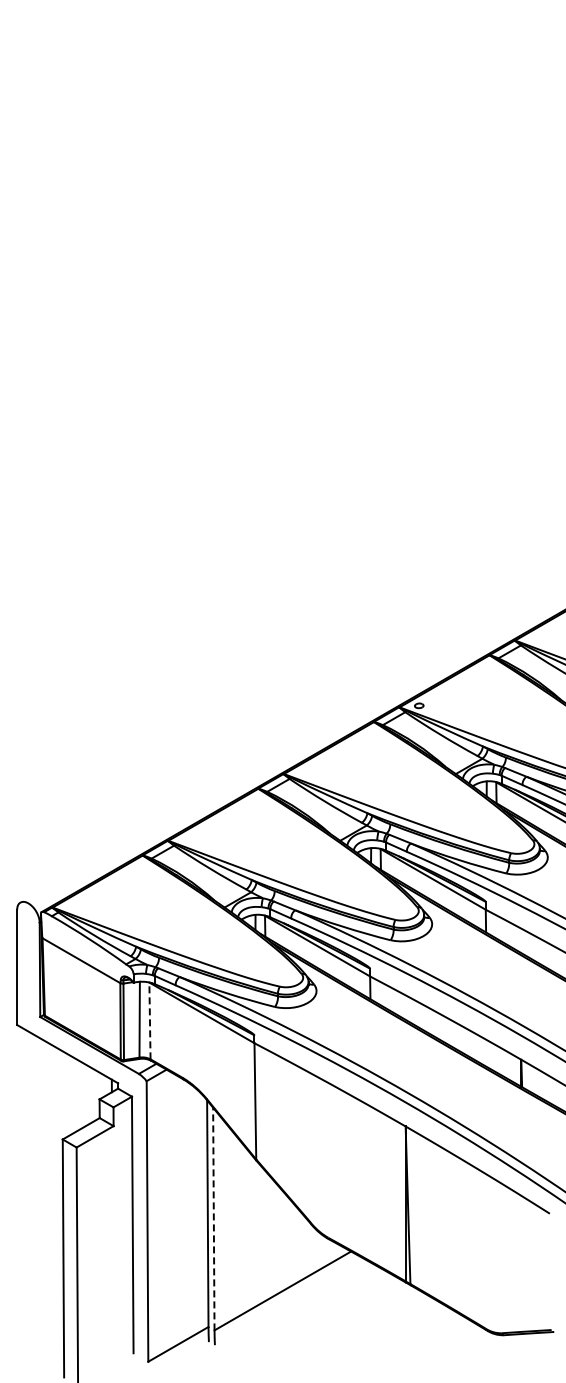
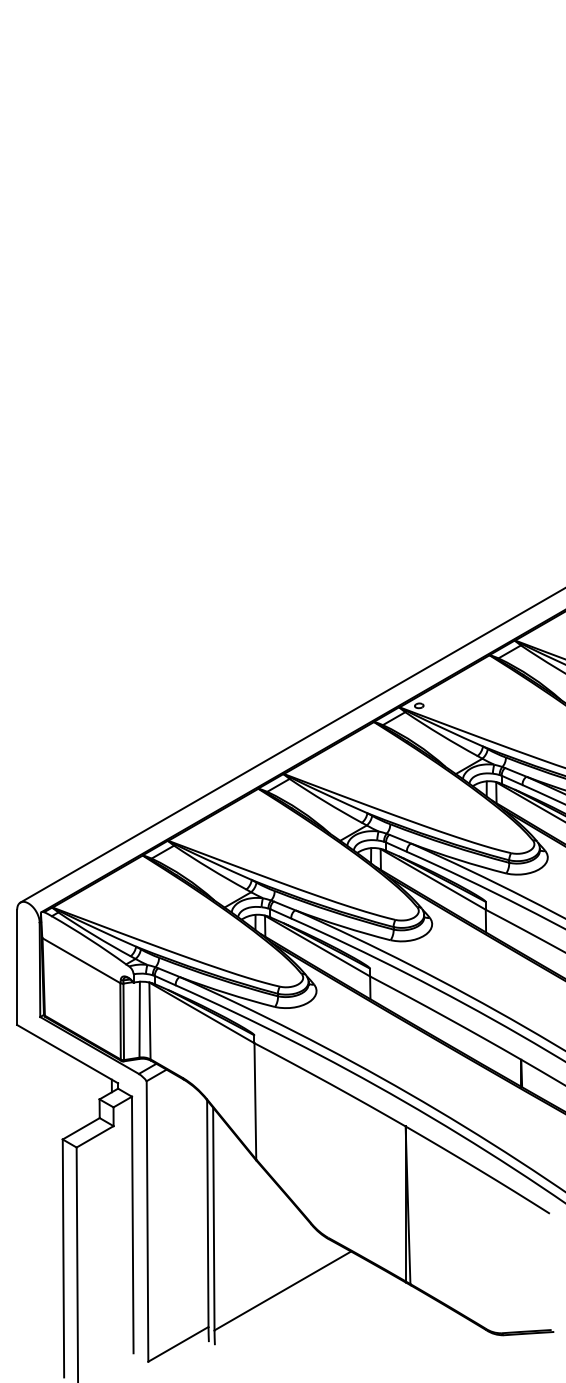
line at (291, 745): none -> present
line at (149, 1020): dashed -> solid
line at (213, 1218): dashed -> solid
